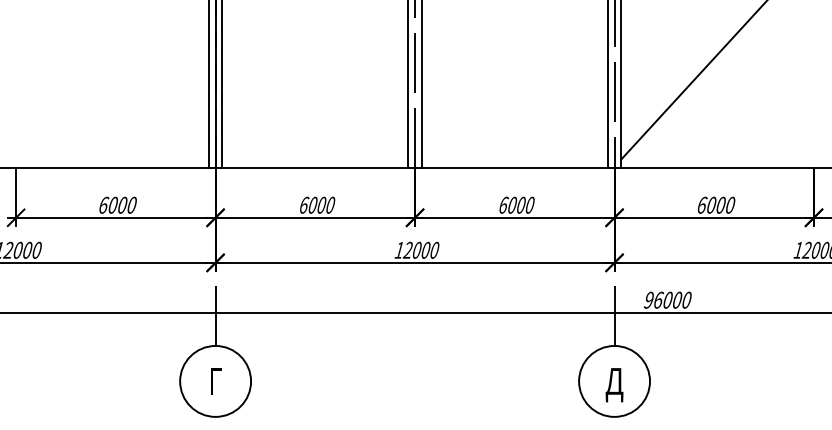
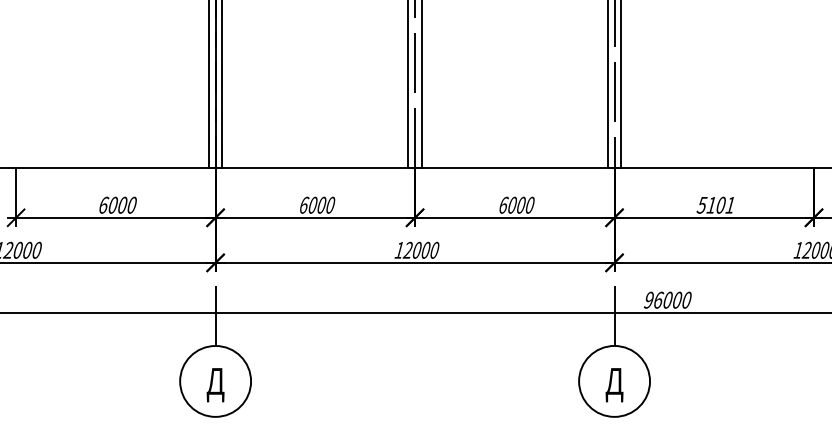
line at (693, 80): present -> none
text at (715, 204): 6000 -> 5101
text at (215, 385): Г -> Д
